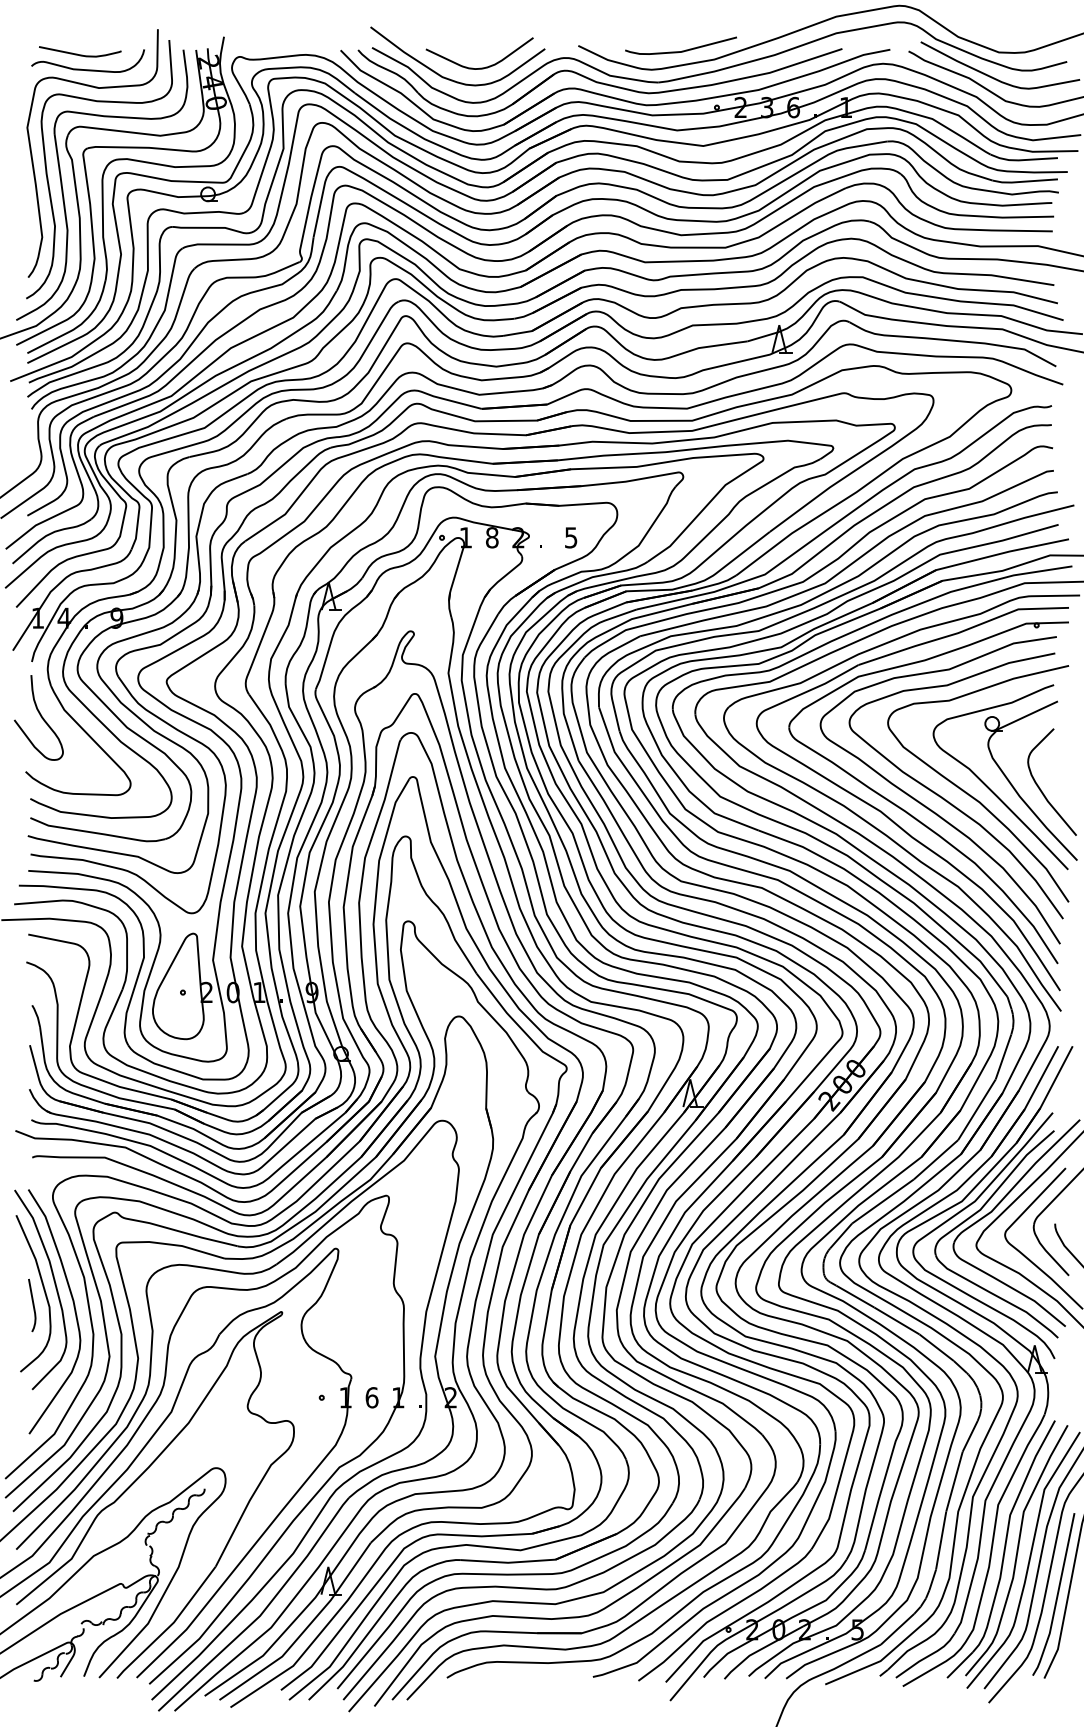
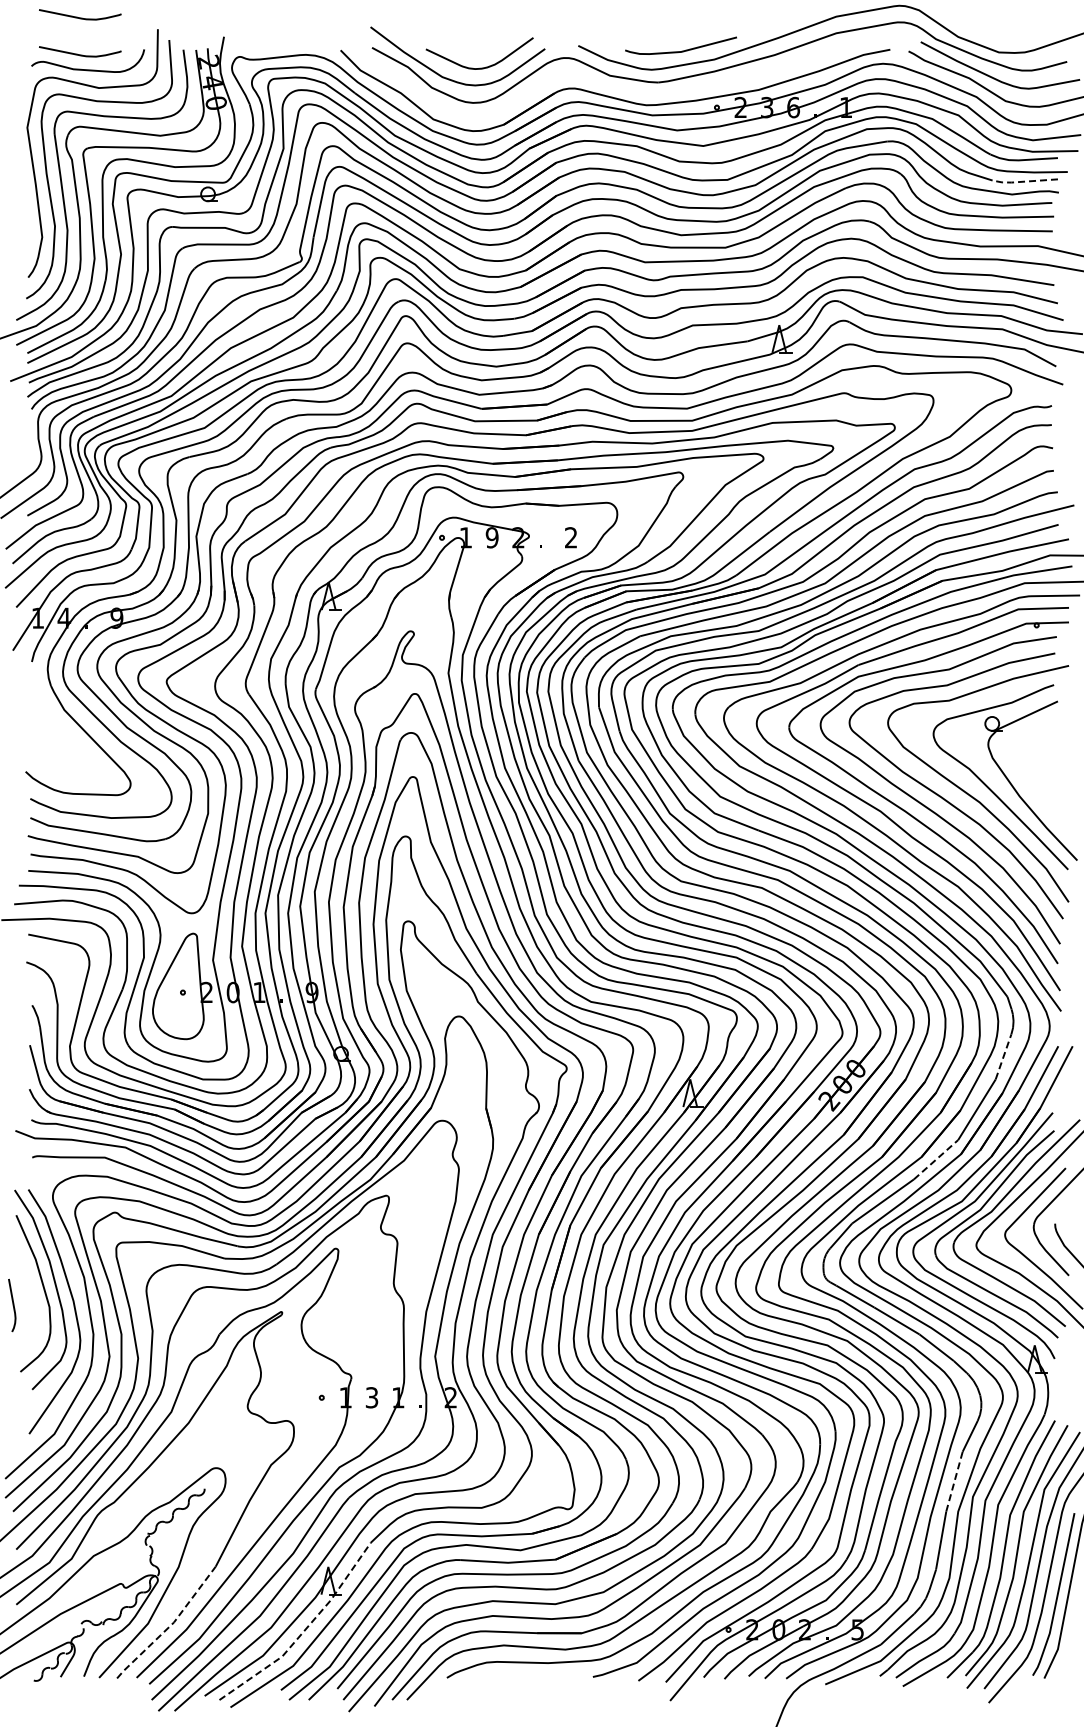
curve at (80, 17): none -> present
part at (599, 82): present -> none
line at (1023, 181): solid -> dashed
text at (491, 537): 8 -> 9
text at (571, 537): 5 -> 2
curve at (39, 715): present -> none
curve at (1041, 789): present -> none
line at (1003, 1056): solid -> dashed
line at (936, 1159): solid -> dashed
curve at (32, 1305) position: (32, 1305) -> (12, 1305)
text at (371, 1397): 6 -> 3
line at (954, 1481): solid -> dashed
line at (170, 1625): solid -> dashed
line at (304, 1630): solid -> dashed
